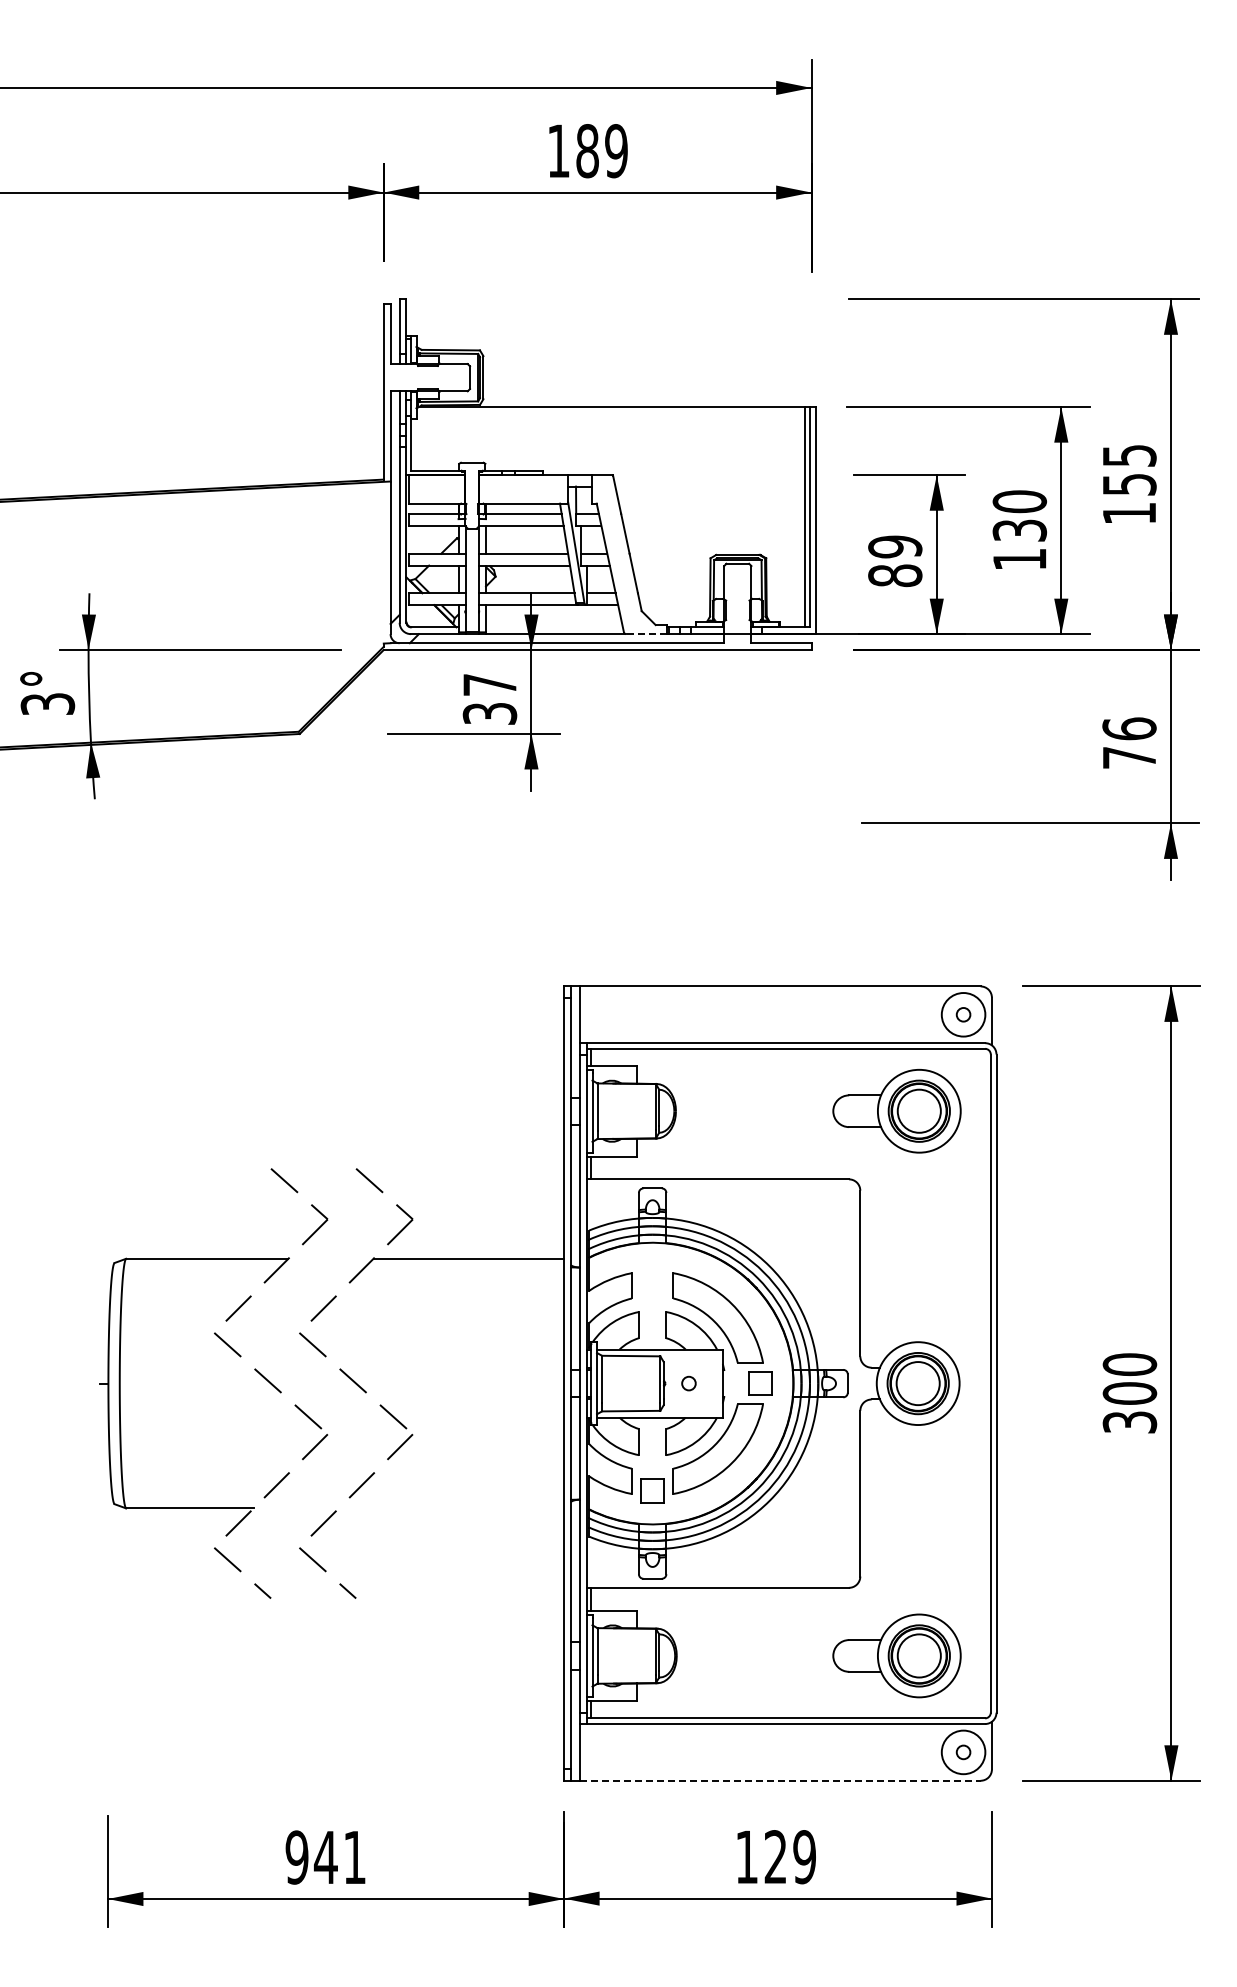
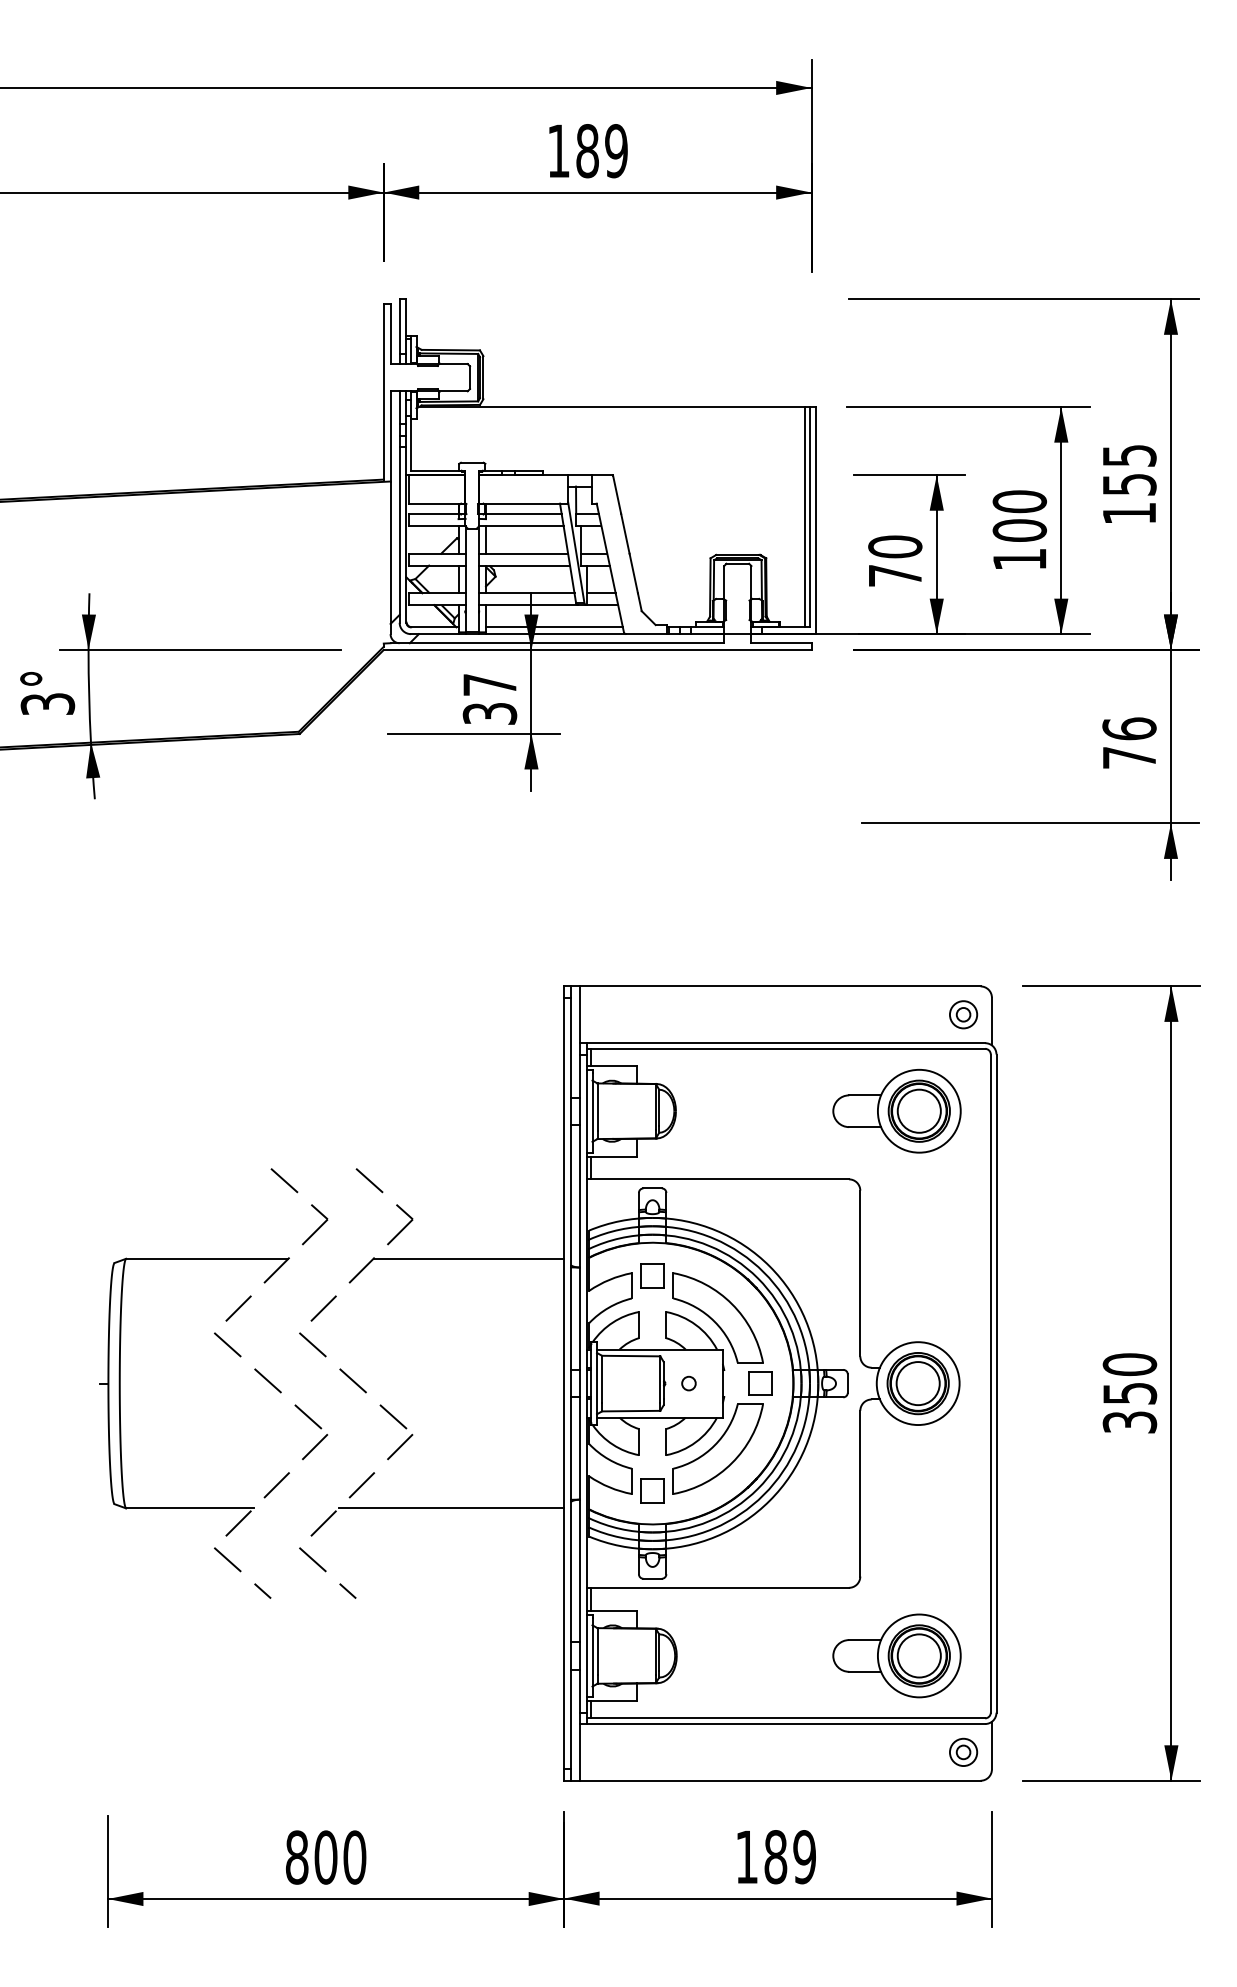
text at (1019, 530): 130 -> 100
text at (895, 561): 89 -> 70
line at (554, 627): none -> present
line at (646, 634): dashed -> solid
circle at (963, 1014) diameter: 44 px -> 27 px
part at (652, 1275): none -> present
text at (1129, 1393): 300 -> 350
line at (451, 1508): none -> present
circle at (963, 1752) diameter: 44 px -> 27 px
line at (780, 1780): dashed -> solid
text at (325, 1857): 941 -> 800
text at (775, 1857): 129 -> 189
